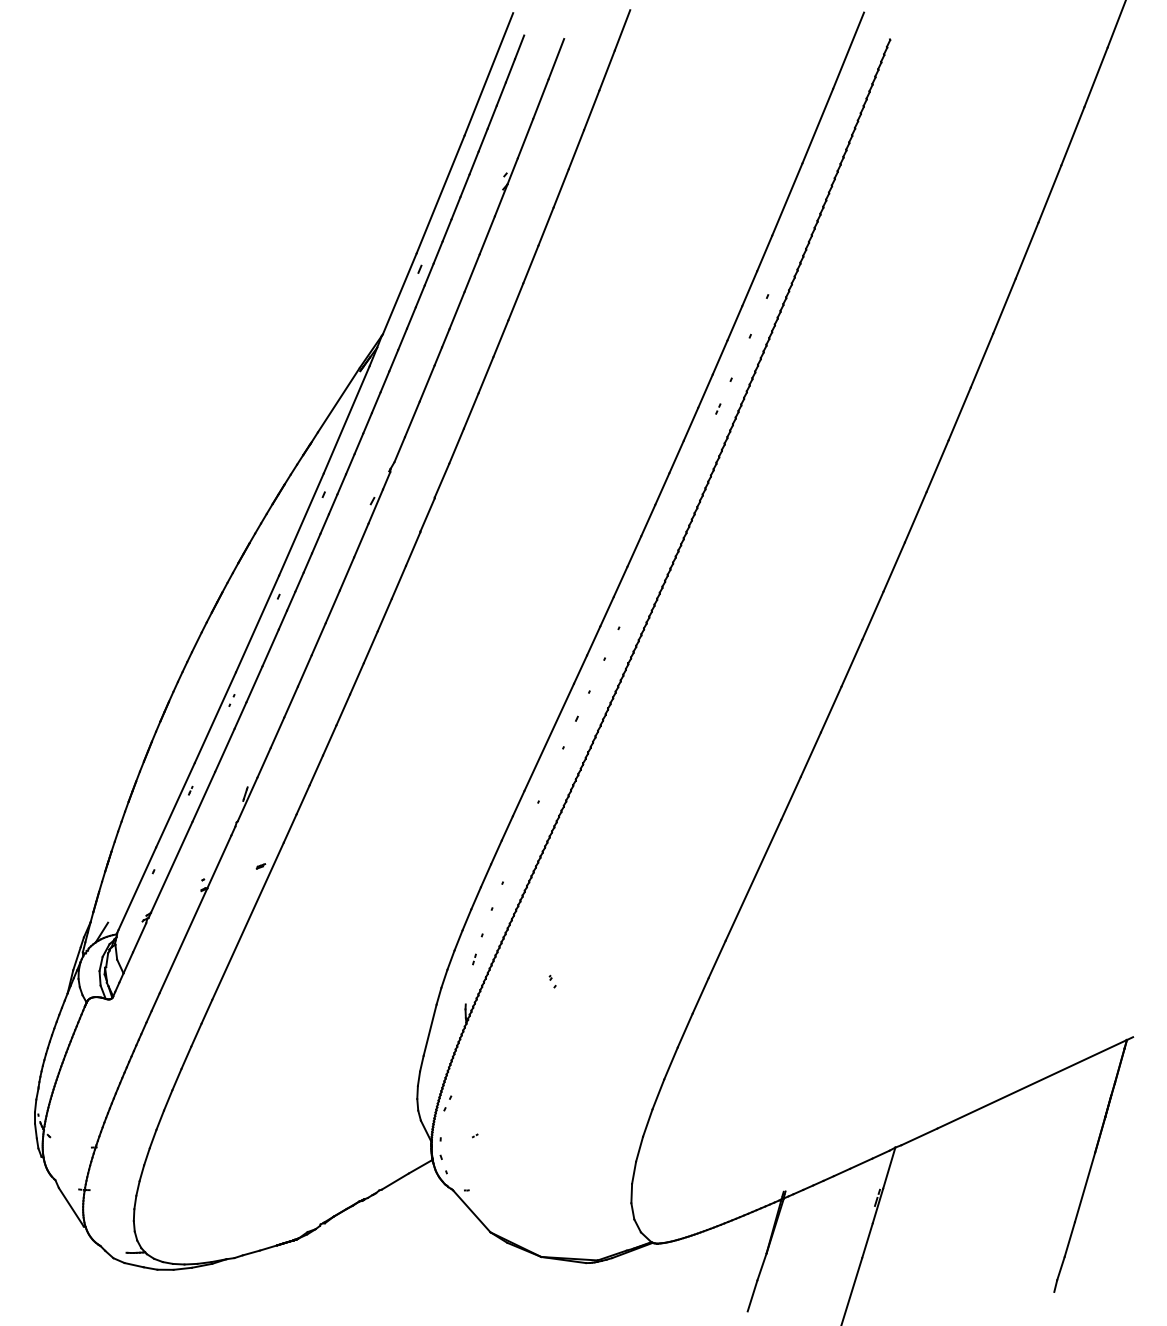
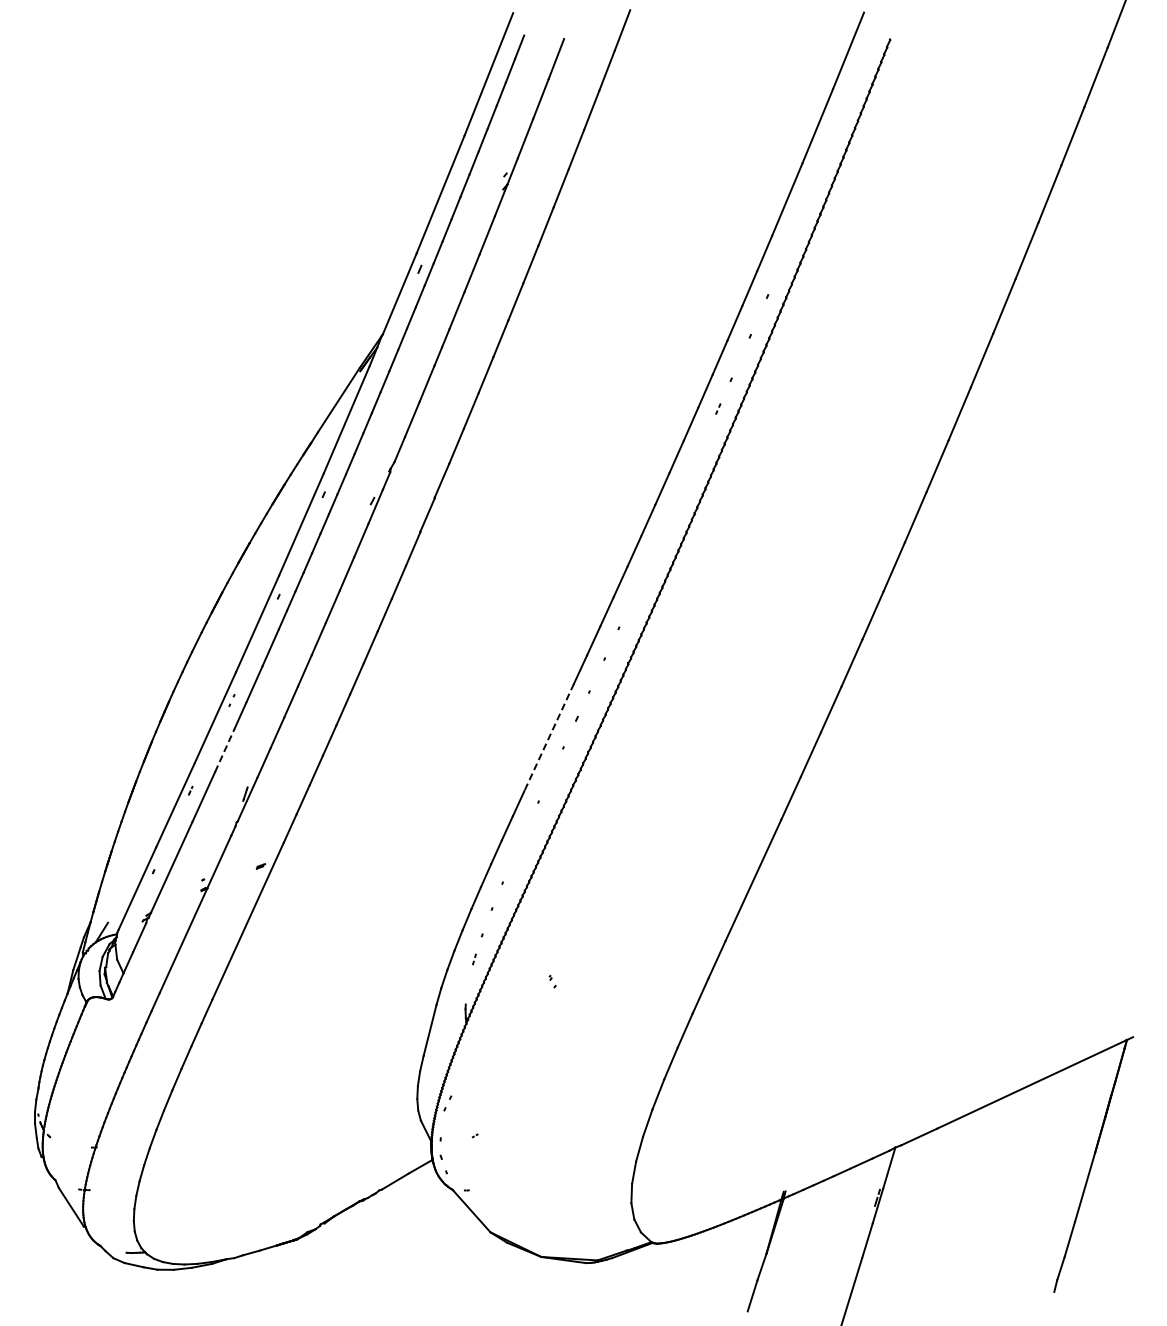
line at (549, 737): solid -> dashed
line at (224, 750): solid -> dashed
